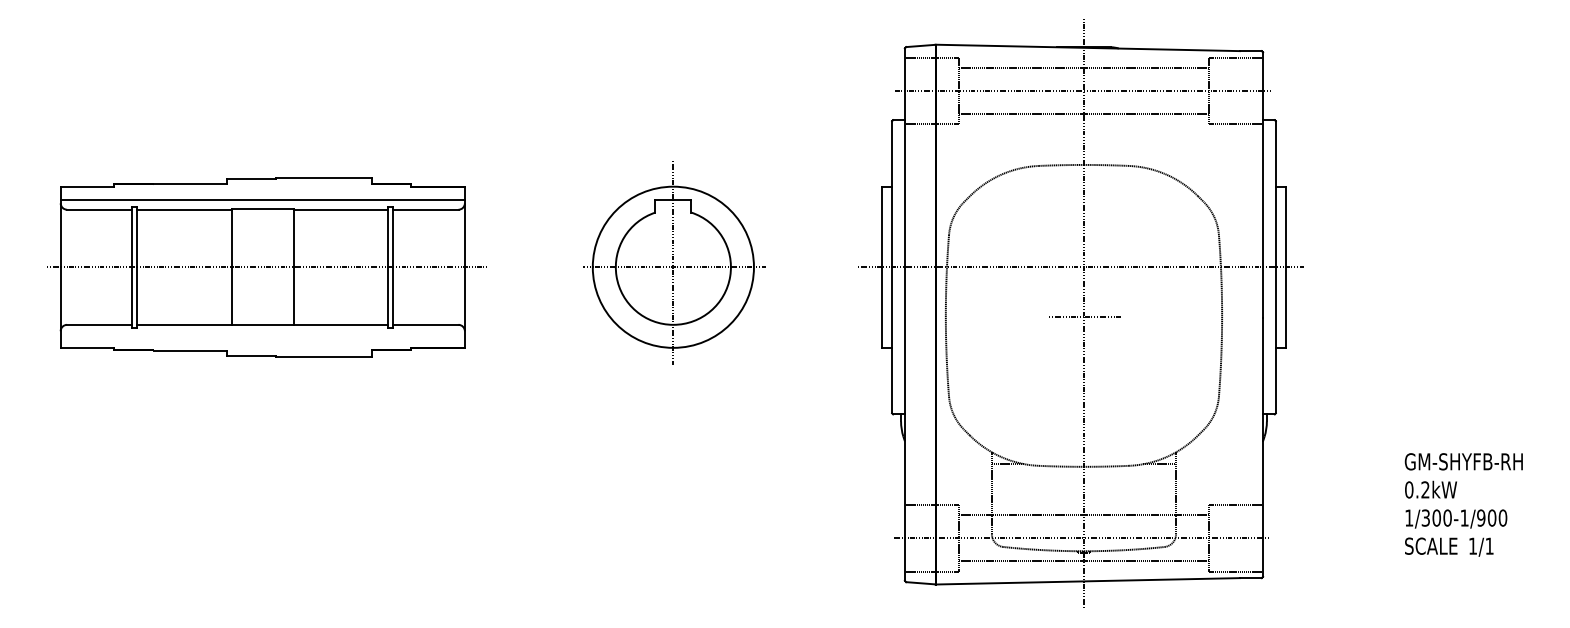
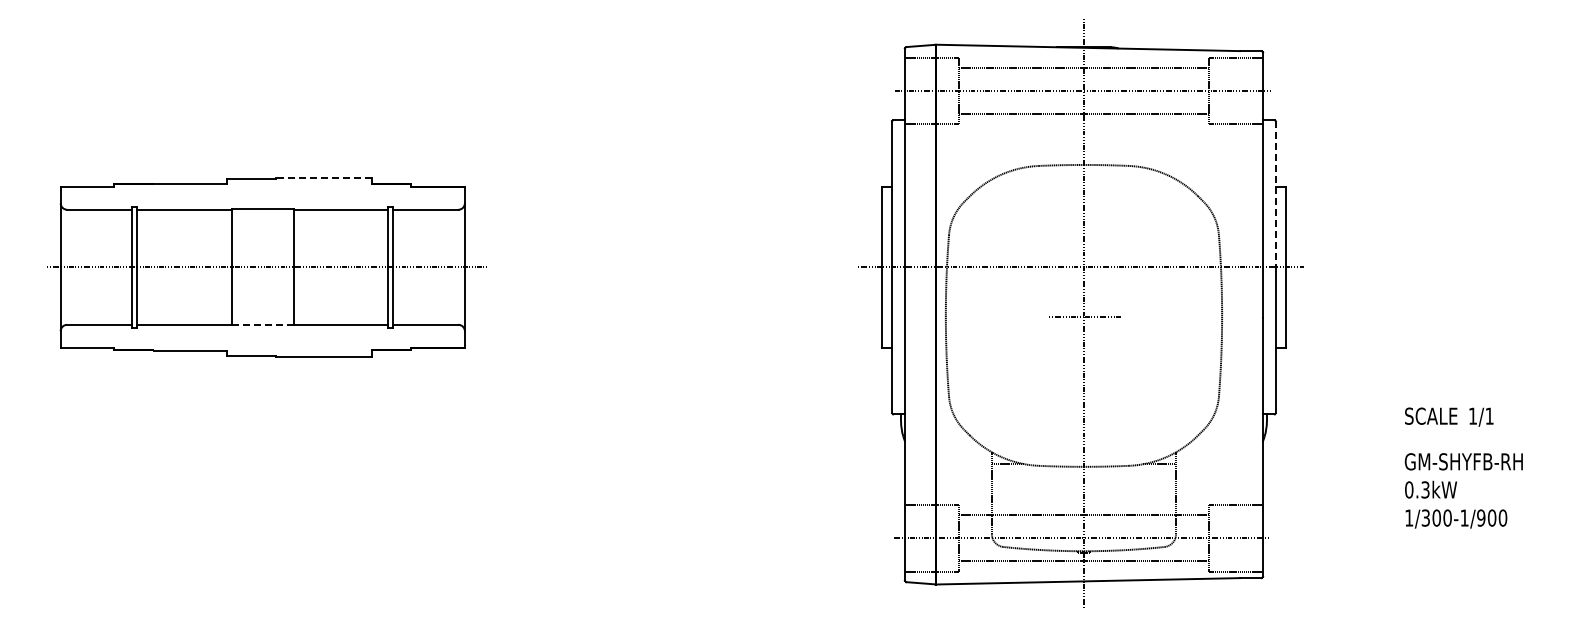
line at (323, 177): solid -> dashed
line at (1275, 194): solid -> dashed
line at (262, 200): present -> none
part at (674, 262): present -> none
line at (262, 325): solid -> dashed
text at (1425, 489): 0.2kW -> 0.3kW
text at (1449, 546) position: (1449, 546) -> (1449, 416)
